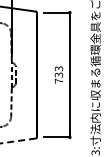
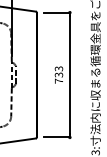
line at (18, 140): dashed -> solid
